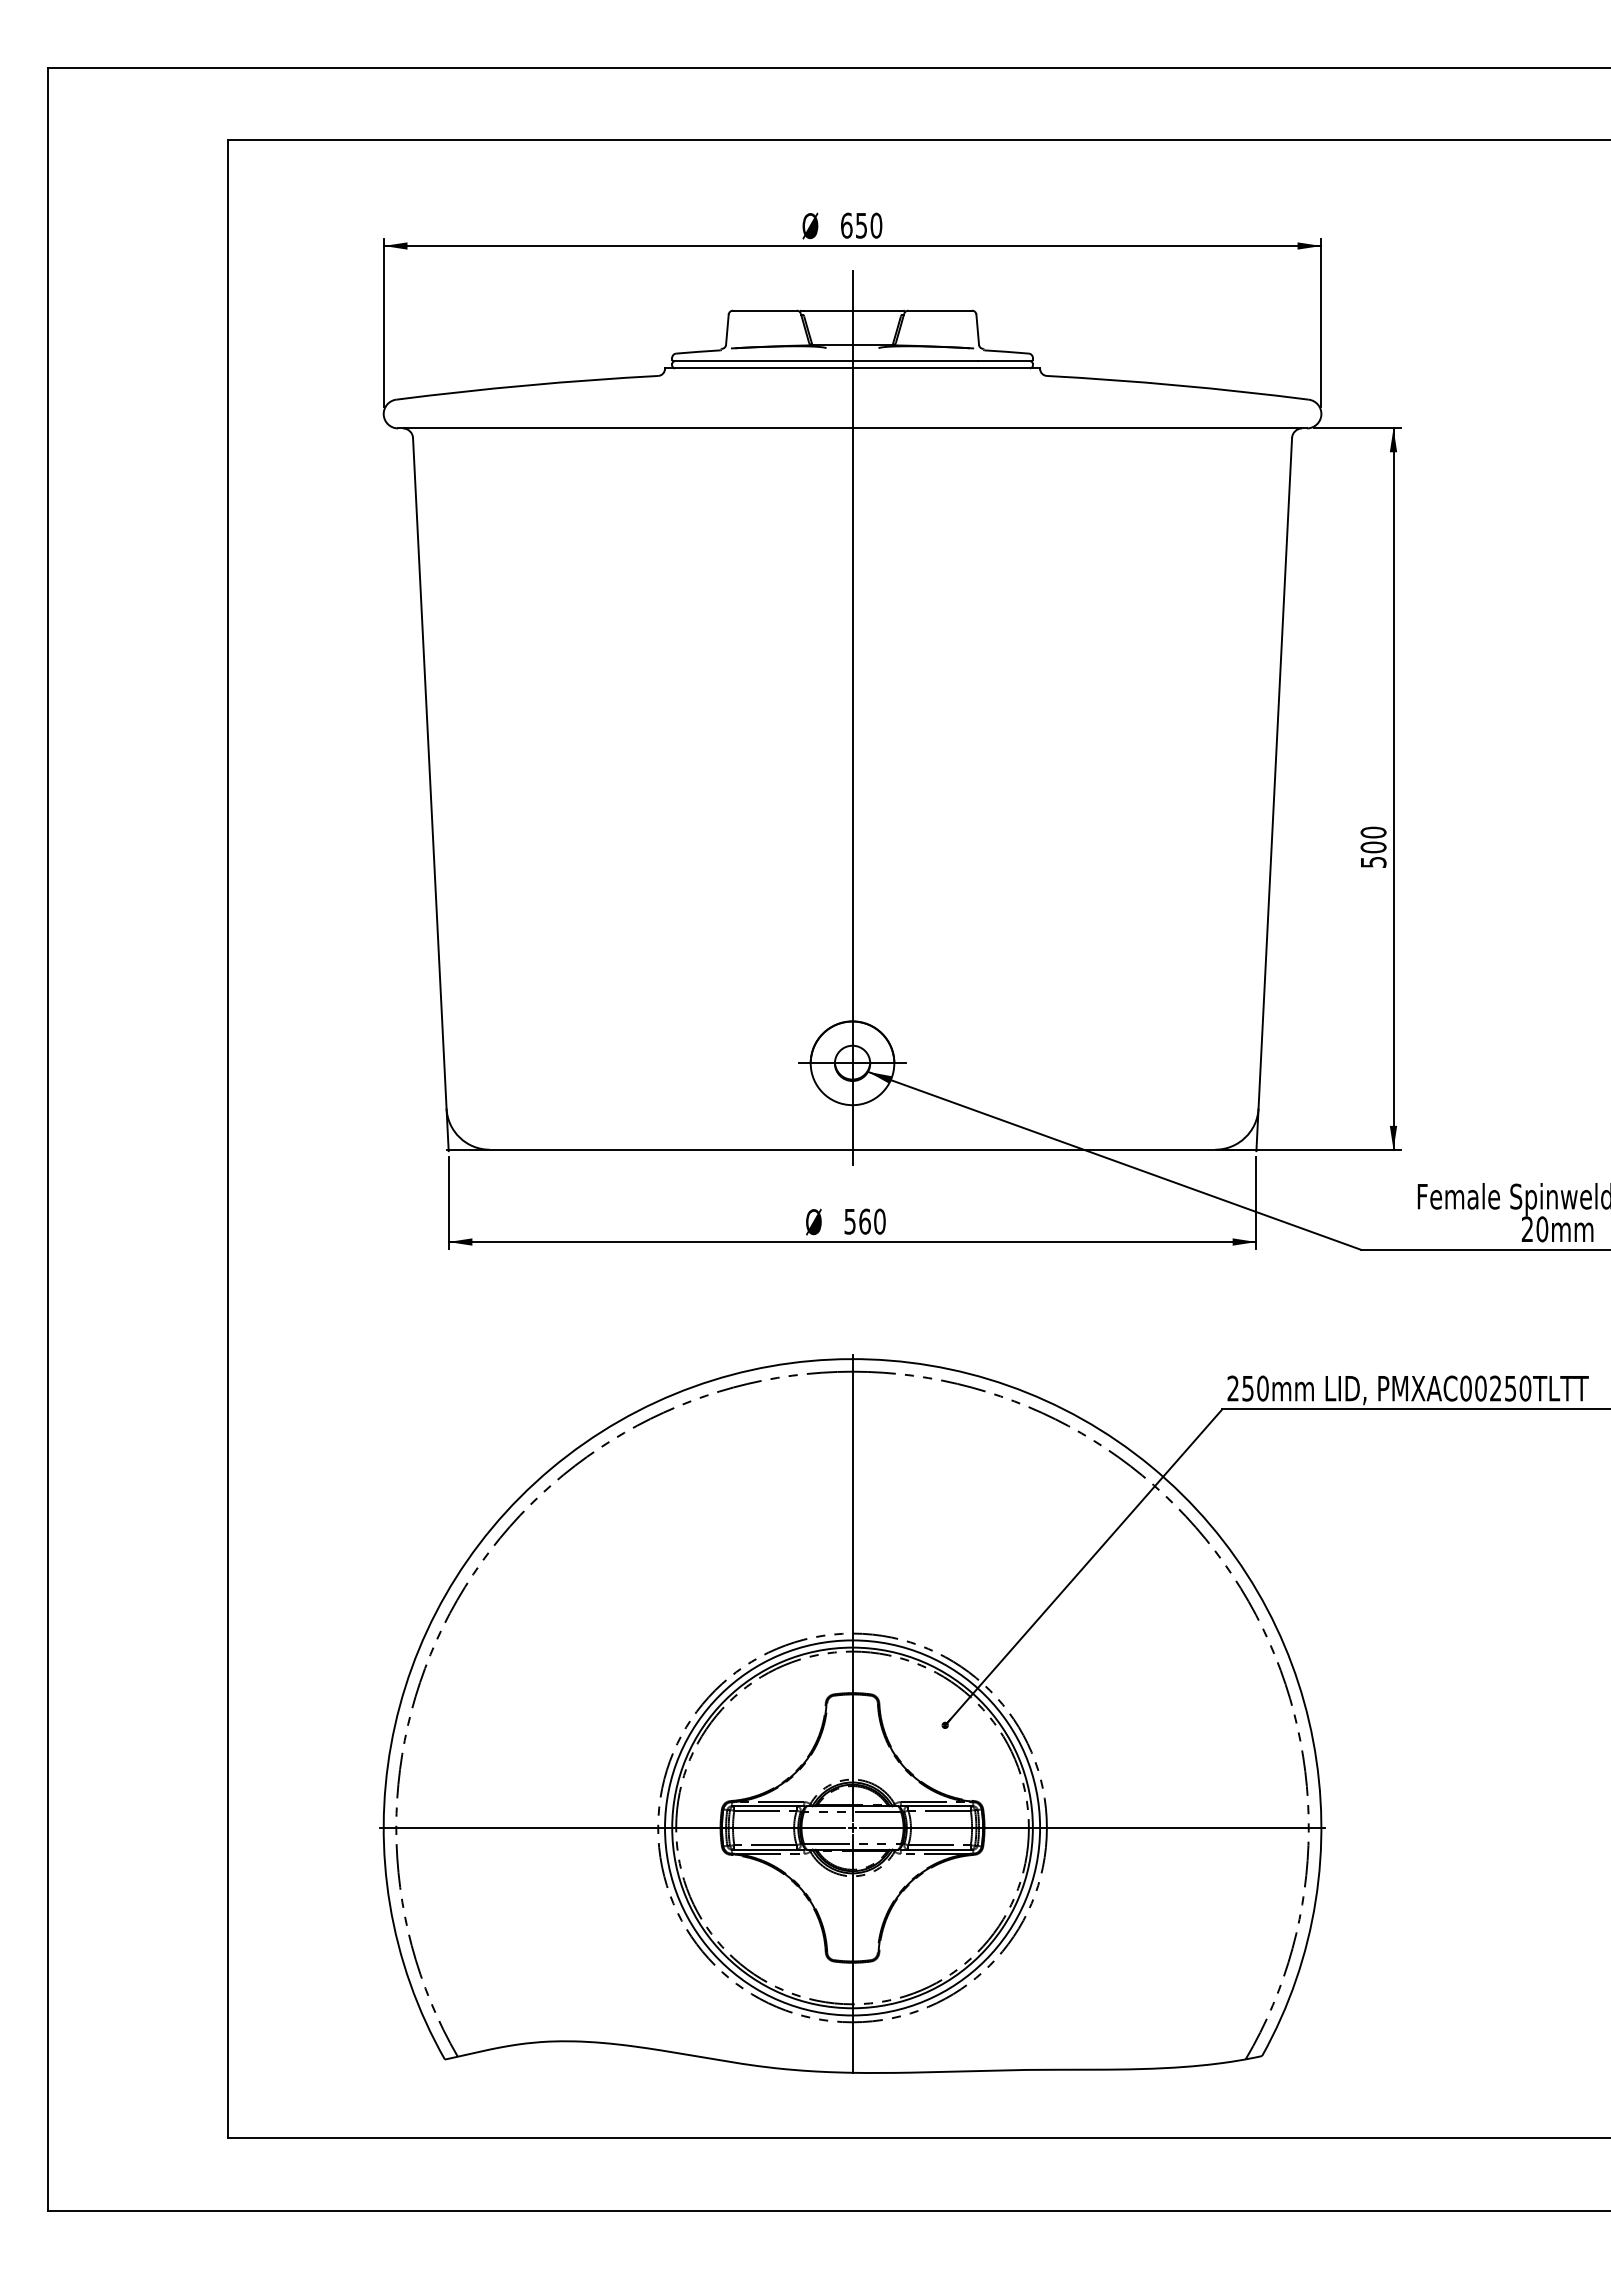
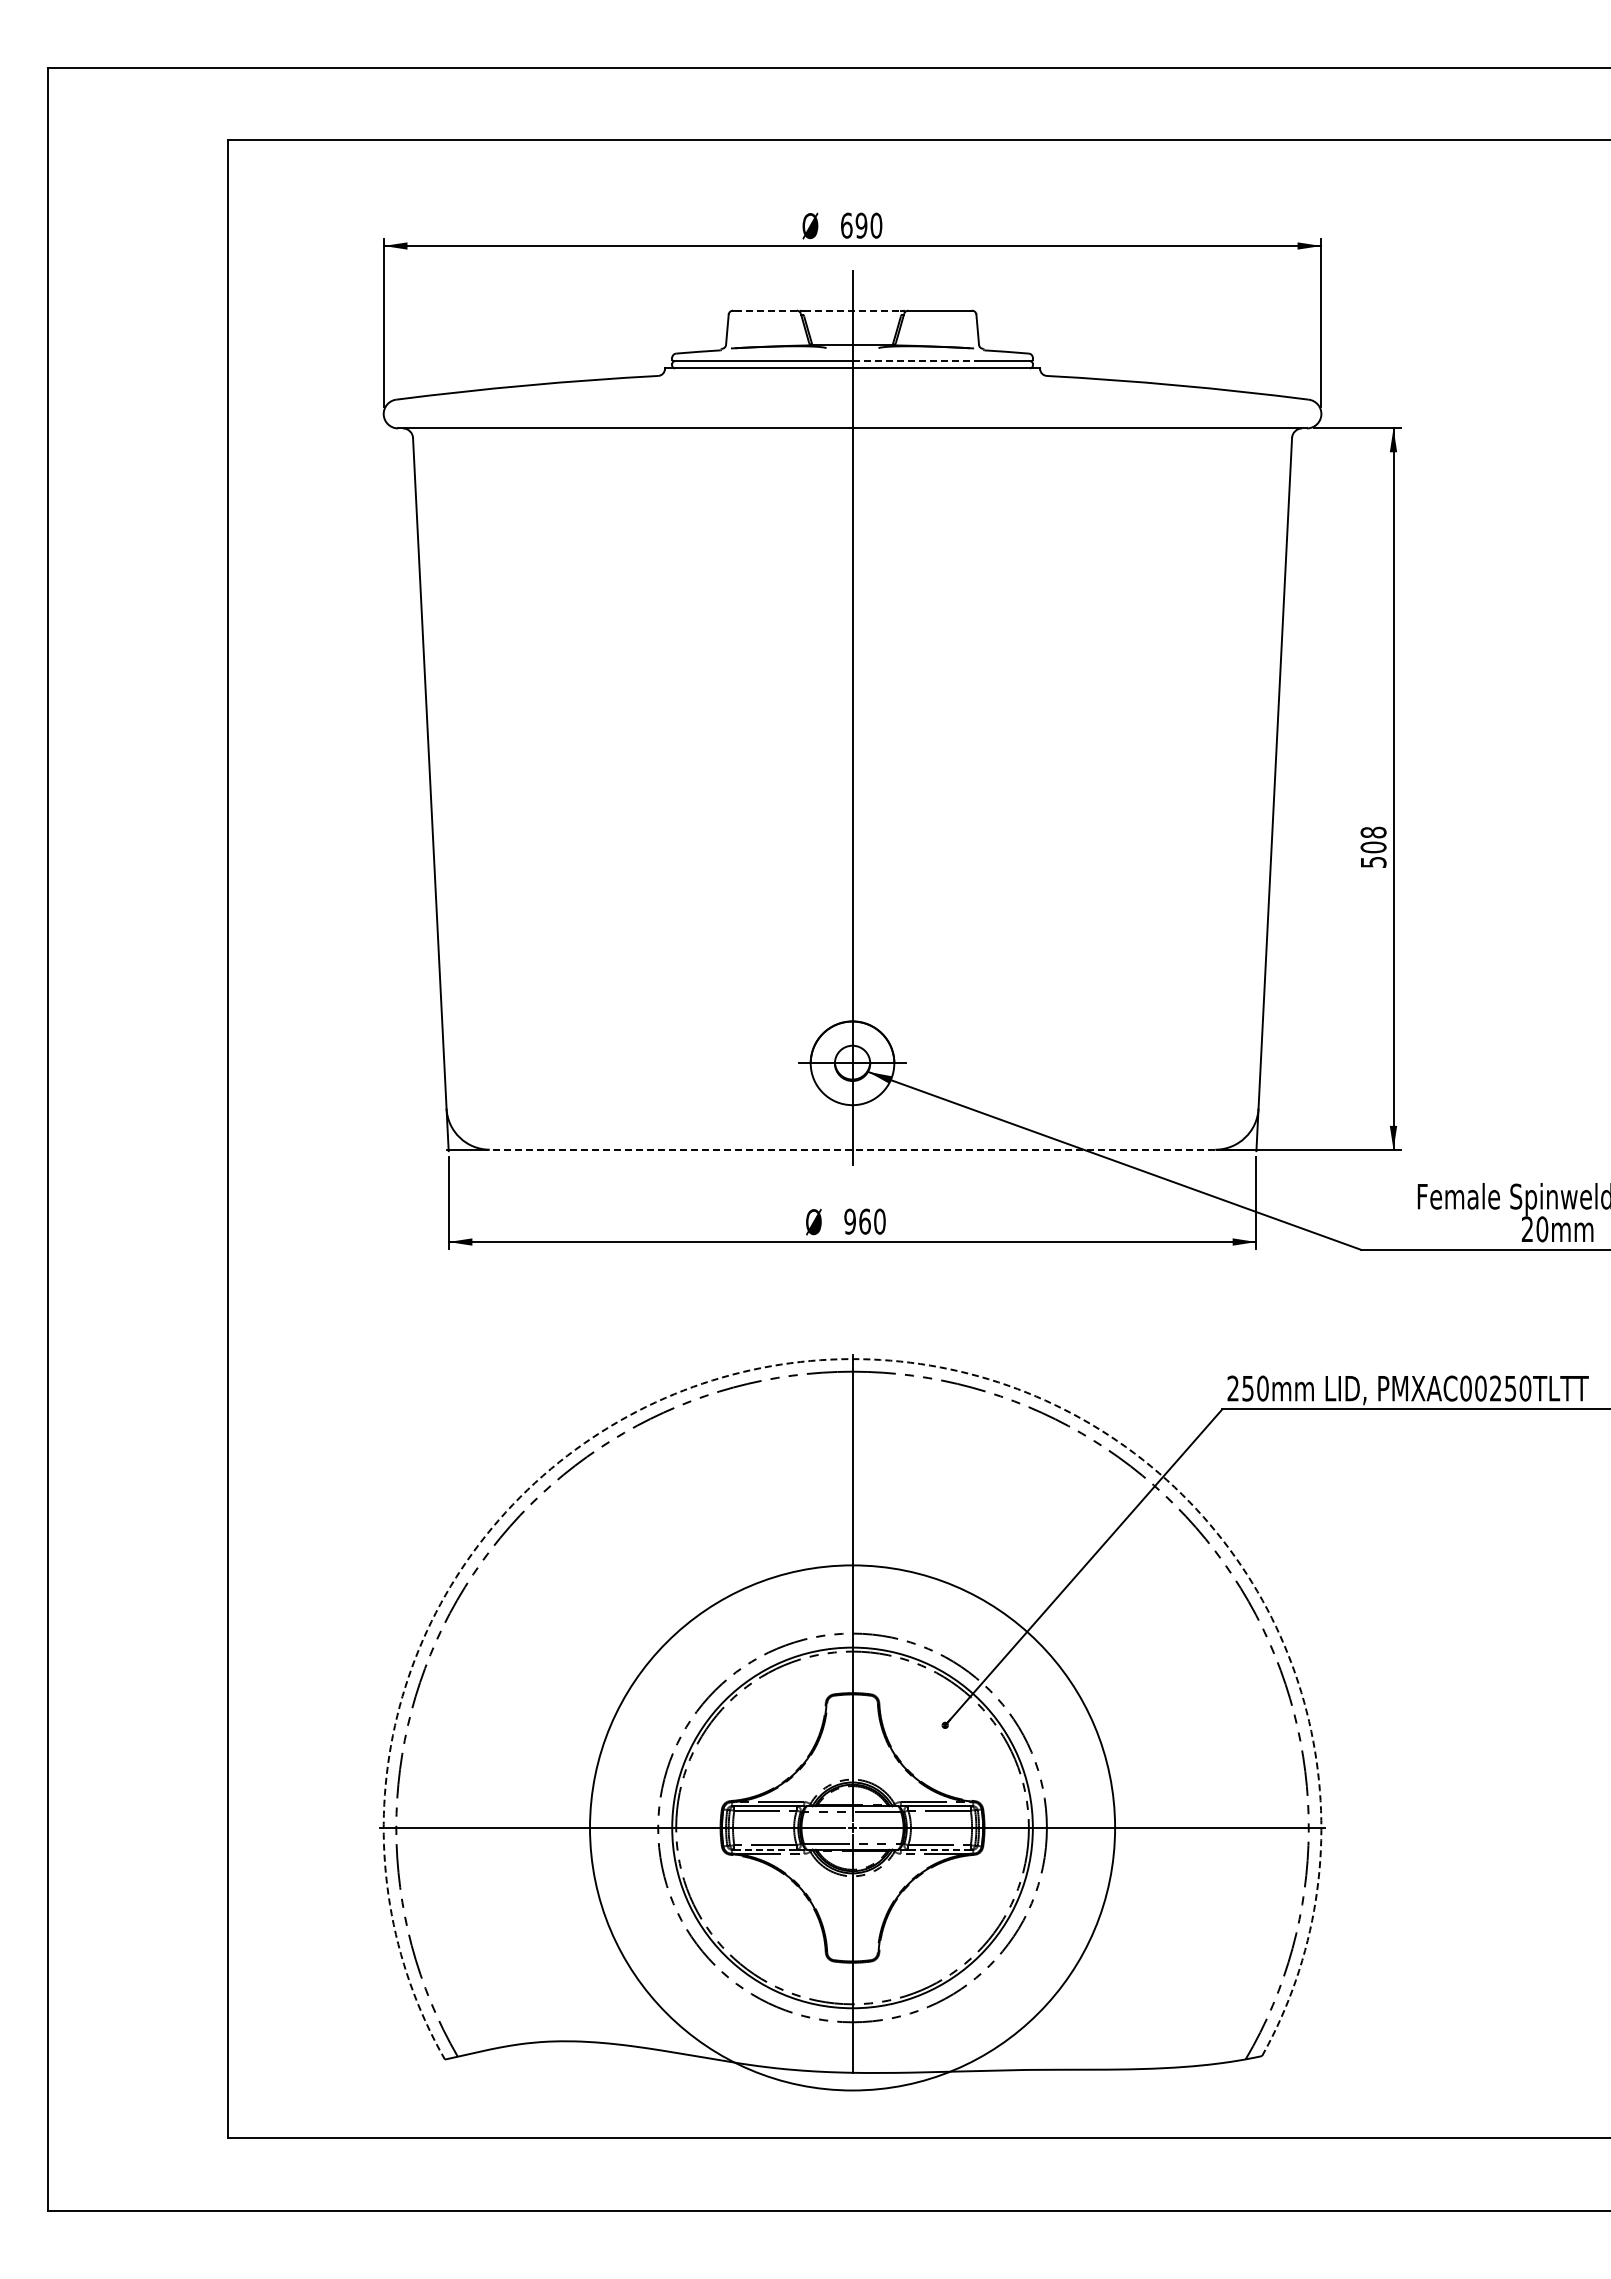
text at (861, 225): 650 -> 690
line at (765, 310): solid -> dashed
line at (852, 310): solid -> dashed
line at (915, 361): solid -> dashed
text at (1373, 832): 500 -> 508
line at (852, 1149): solid -> dashed
text at (849, 1221): 560 -> 960
arc at (850, 1359): solid -> dashed
circle at (852, 1827) diameter: 375 px -> 525 px
line at (766, 1849): solid -> dashed
line at (939, 1849): solid -> dashed
